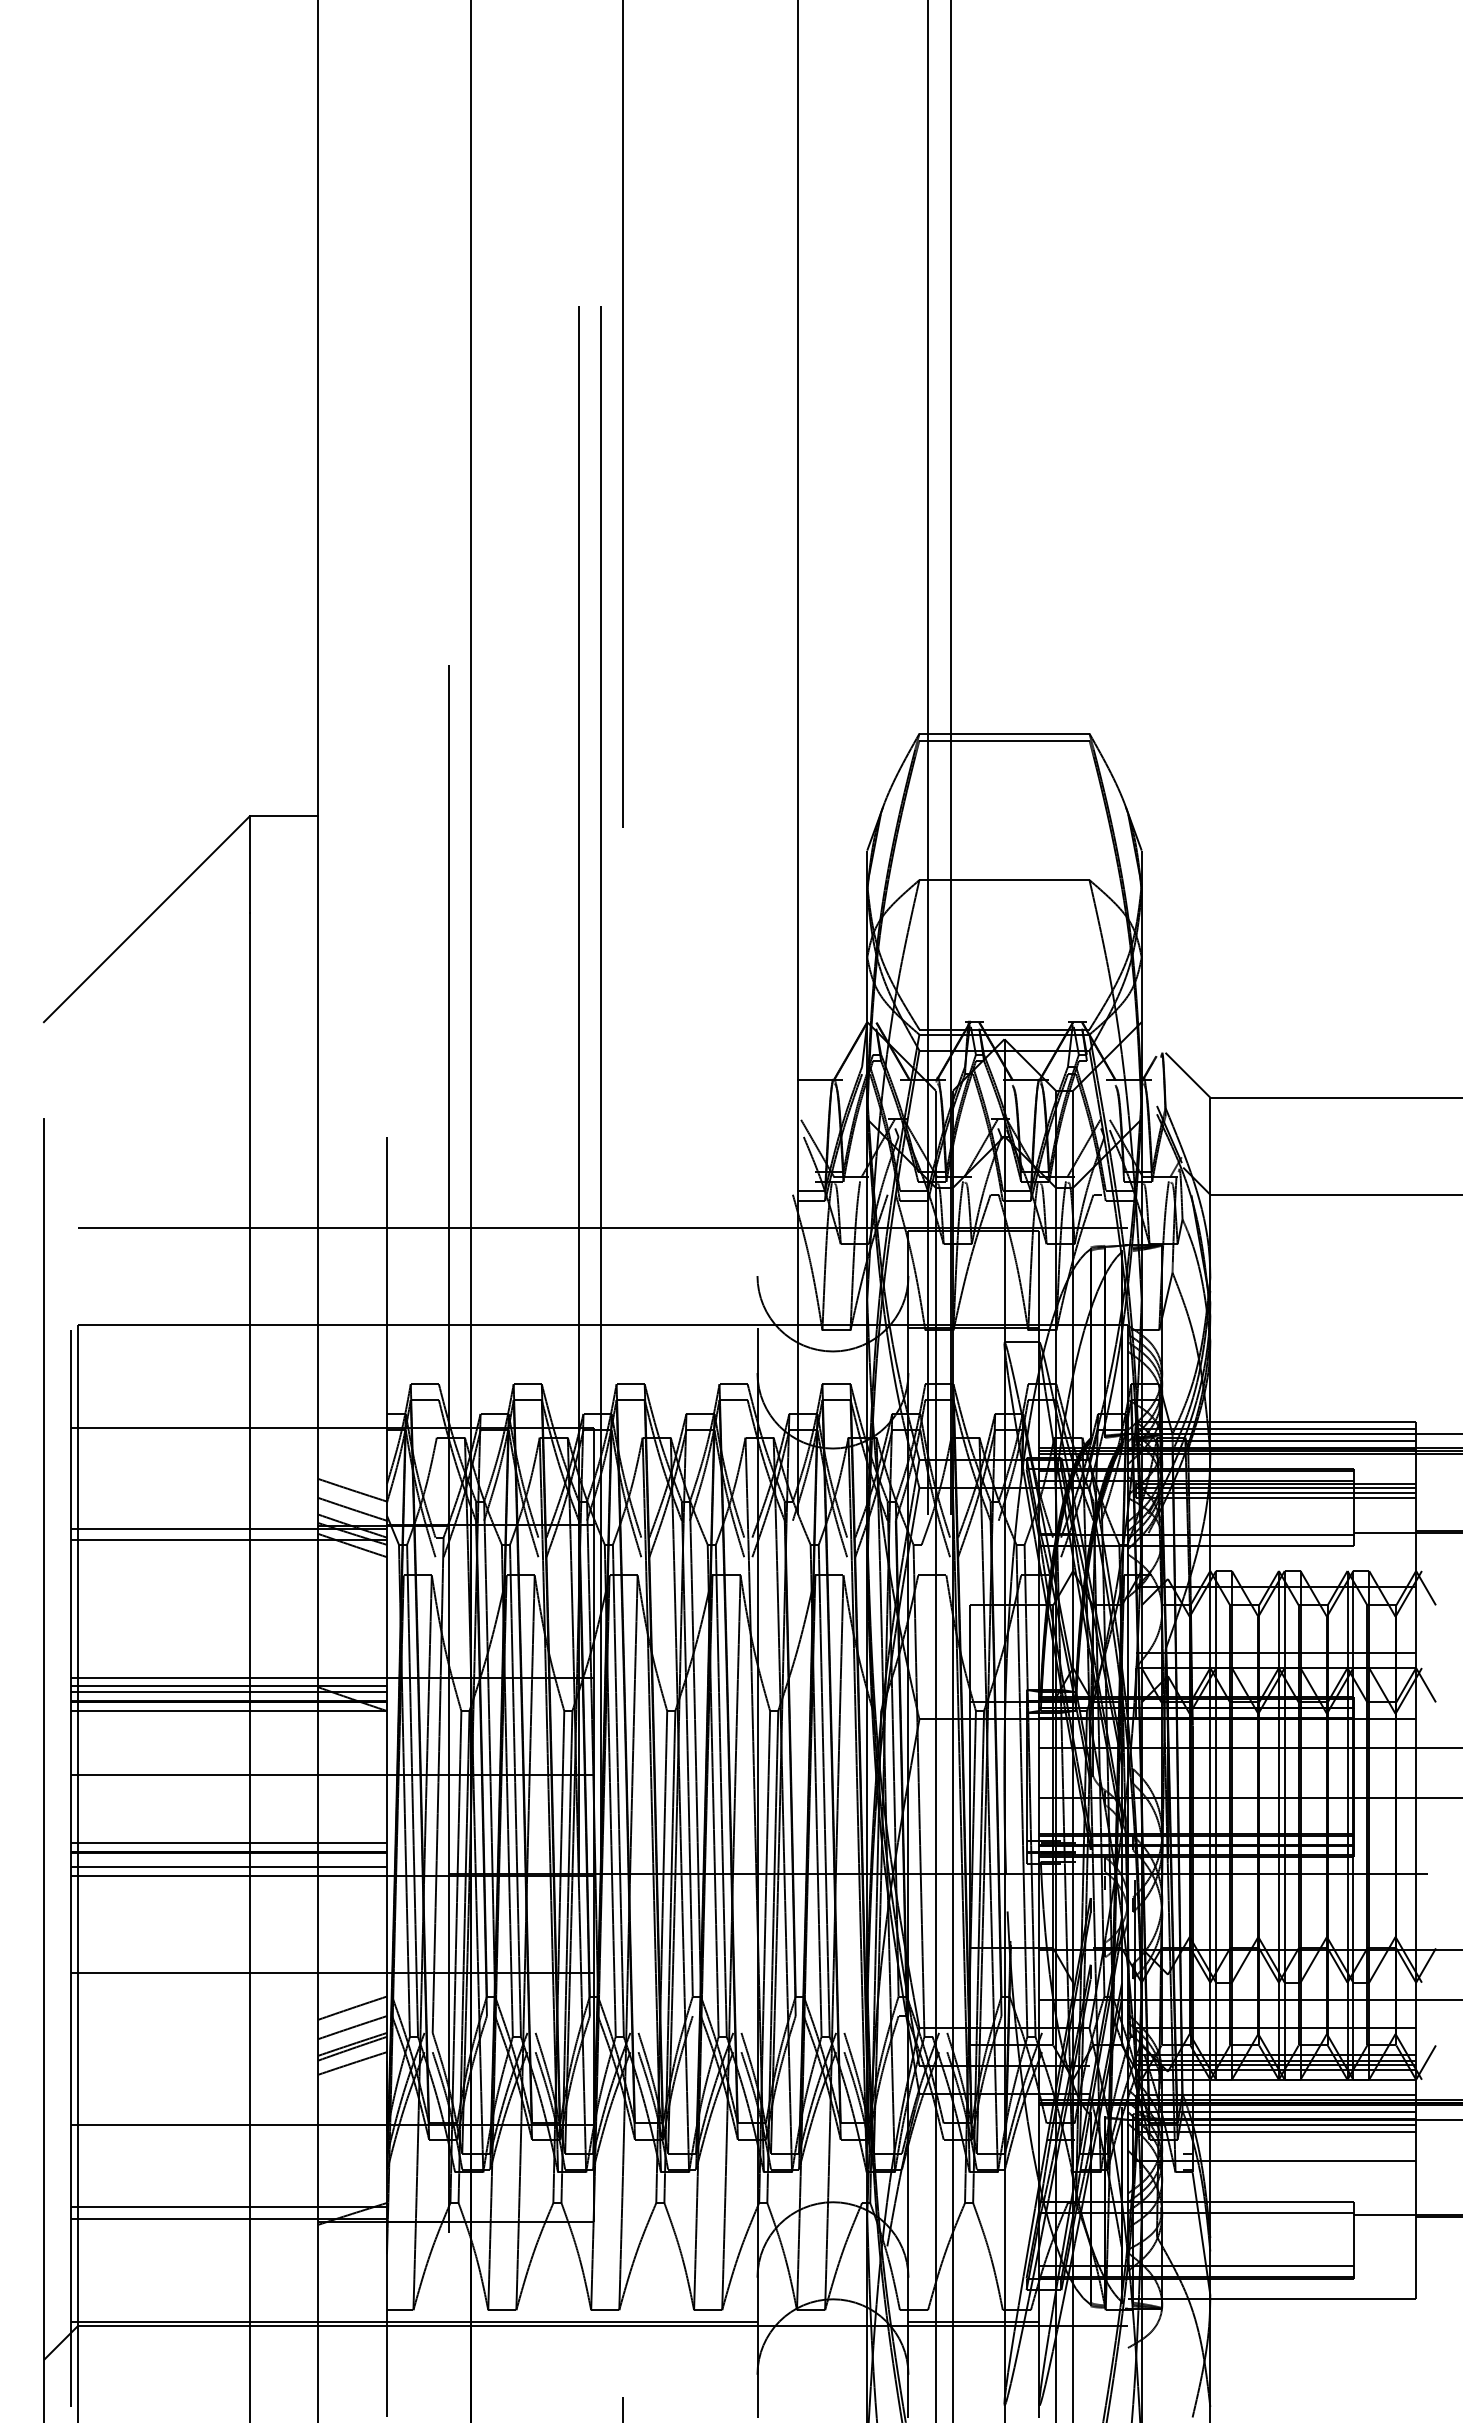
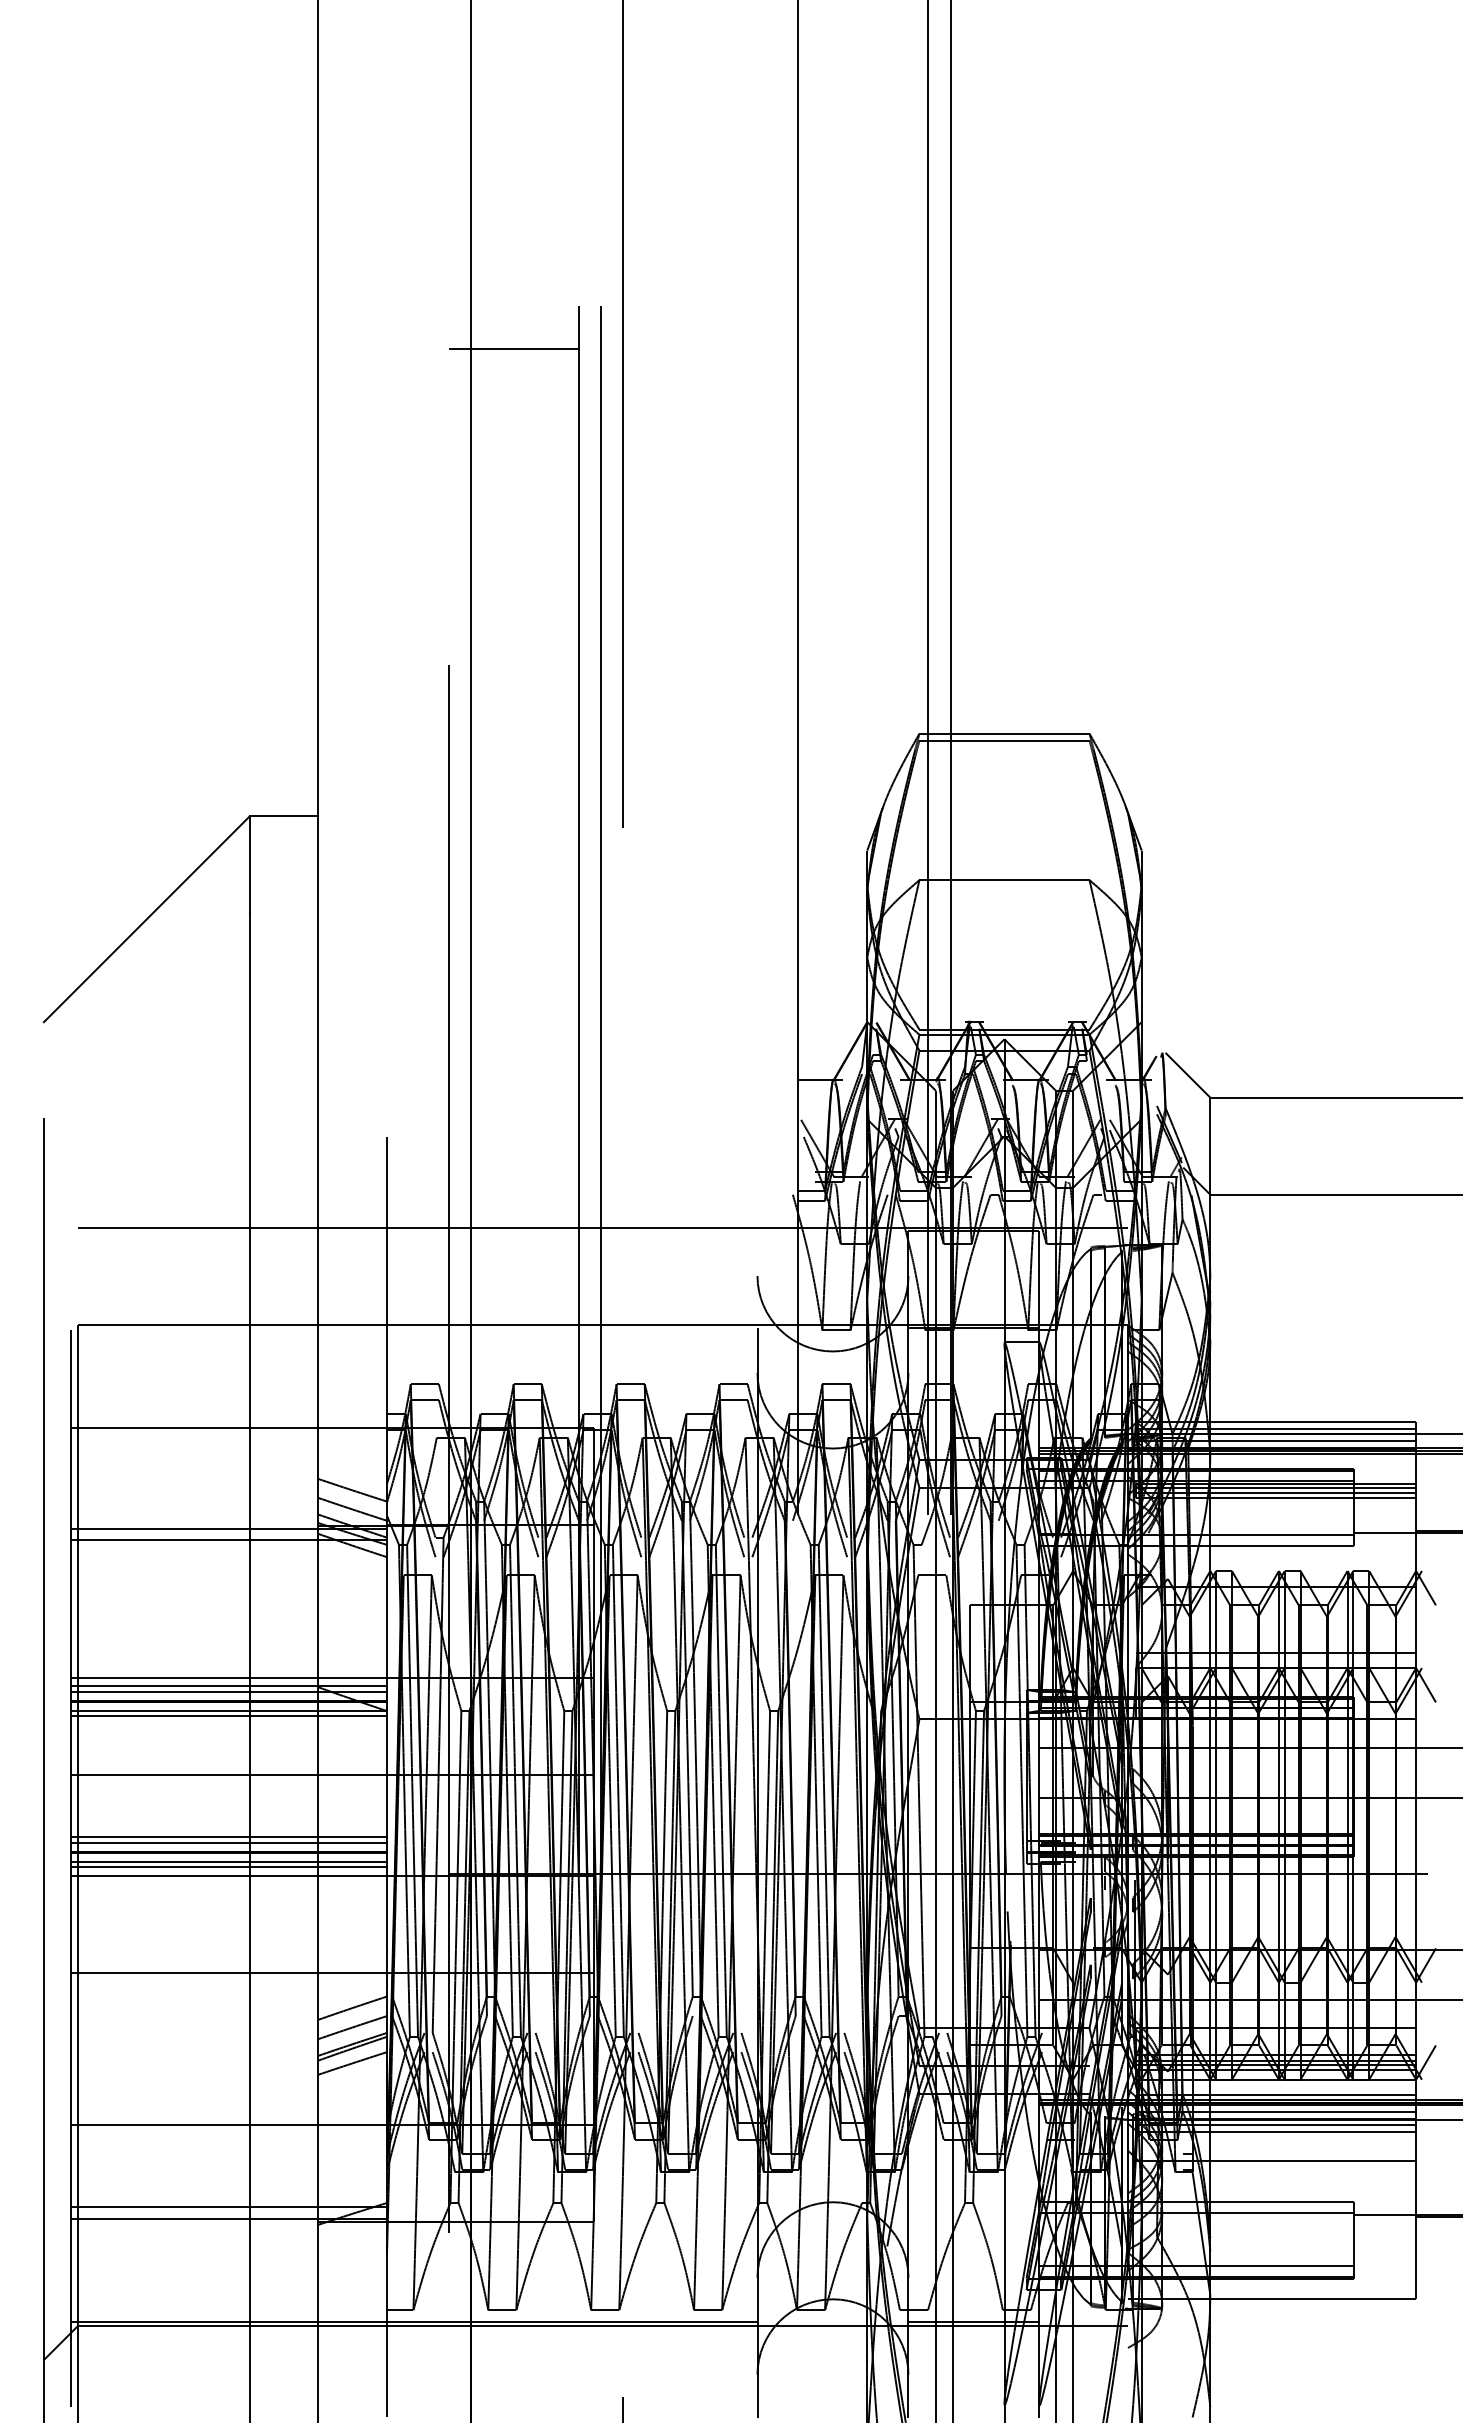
line at (513, 349): none -> present
line at (229, 1716): none -> present
line at (229, 1837): none -> present
line at (229, 1861): none -> present
